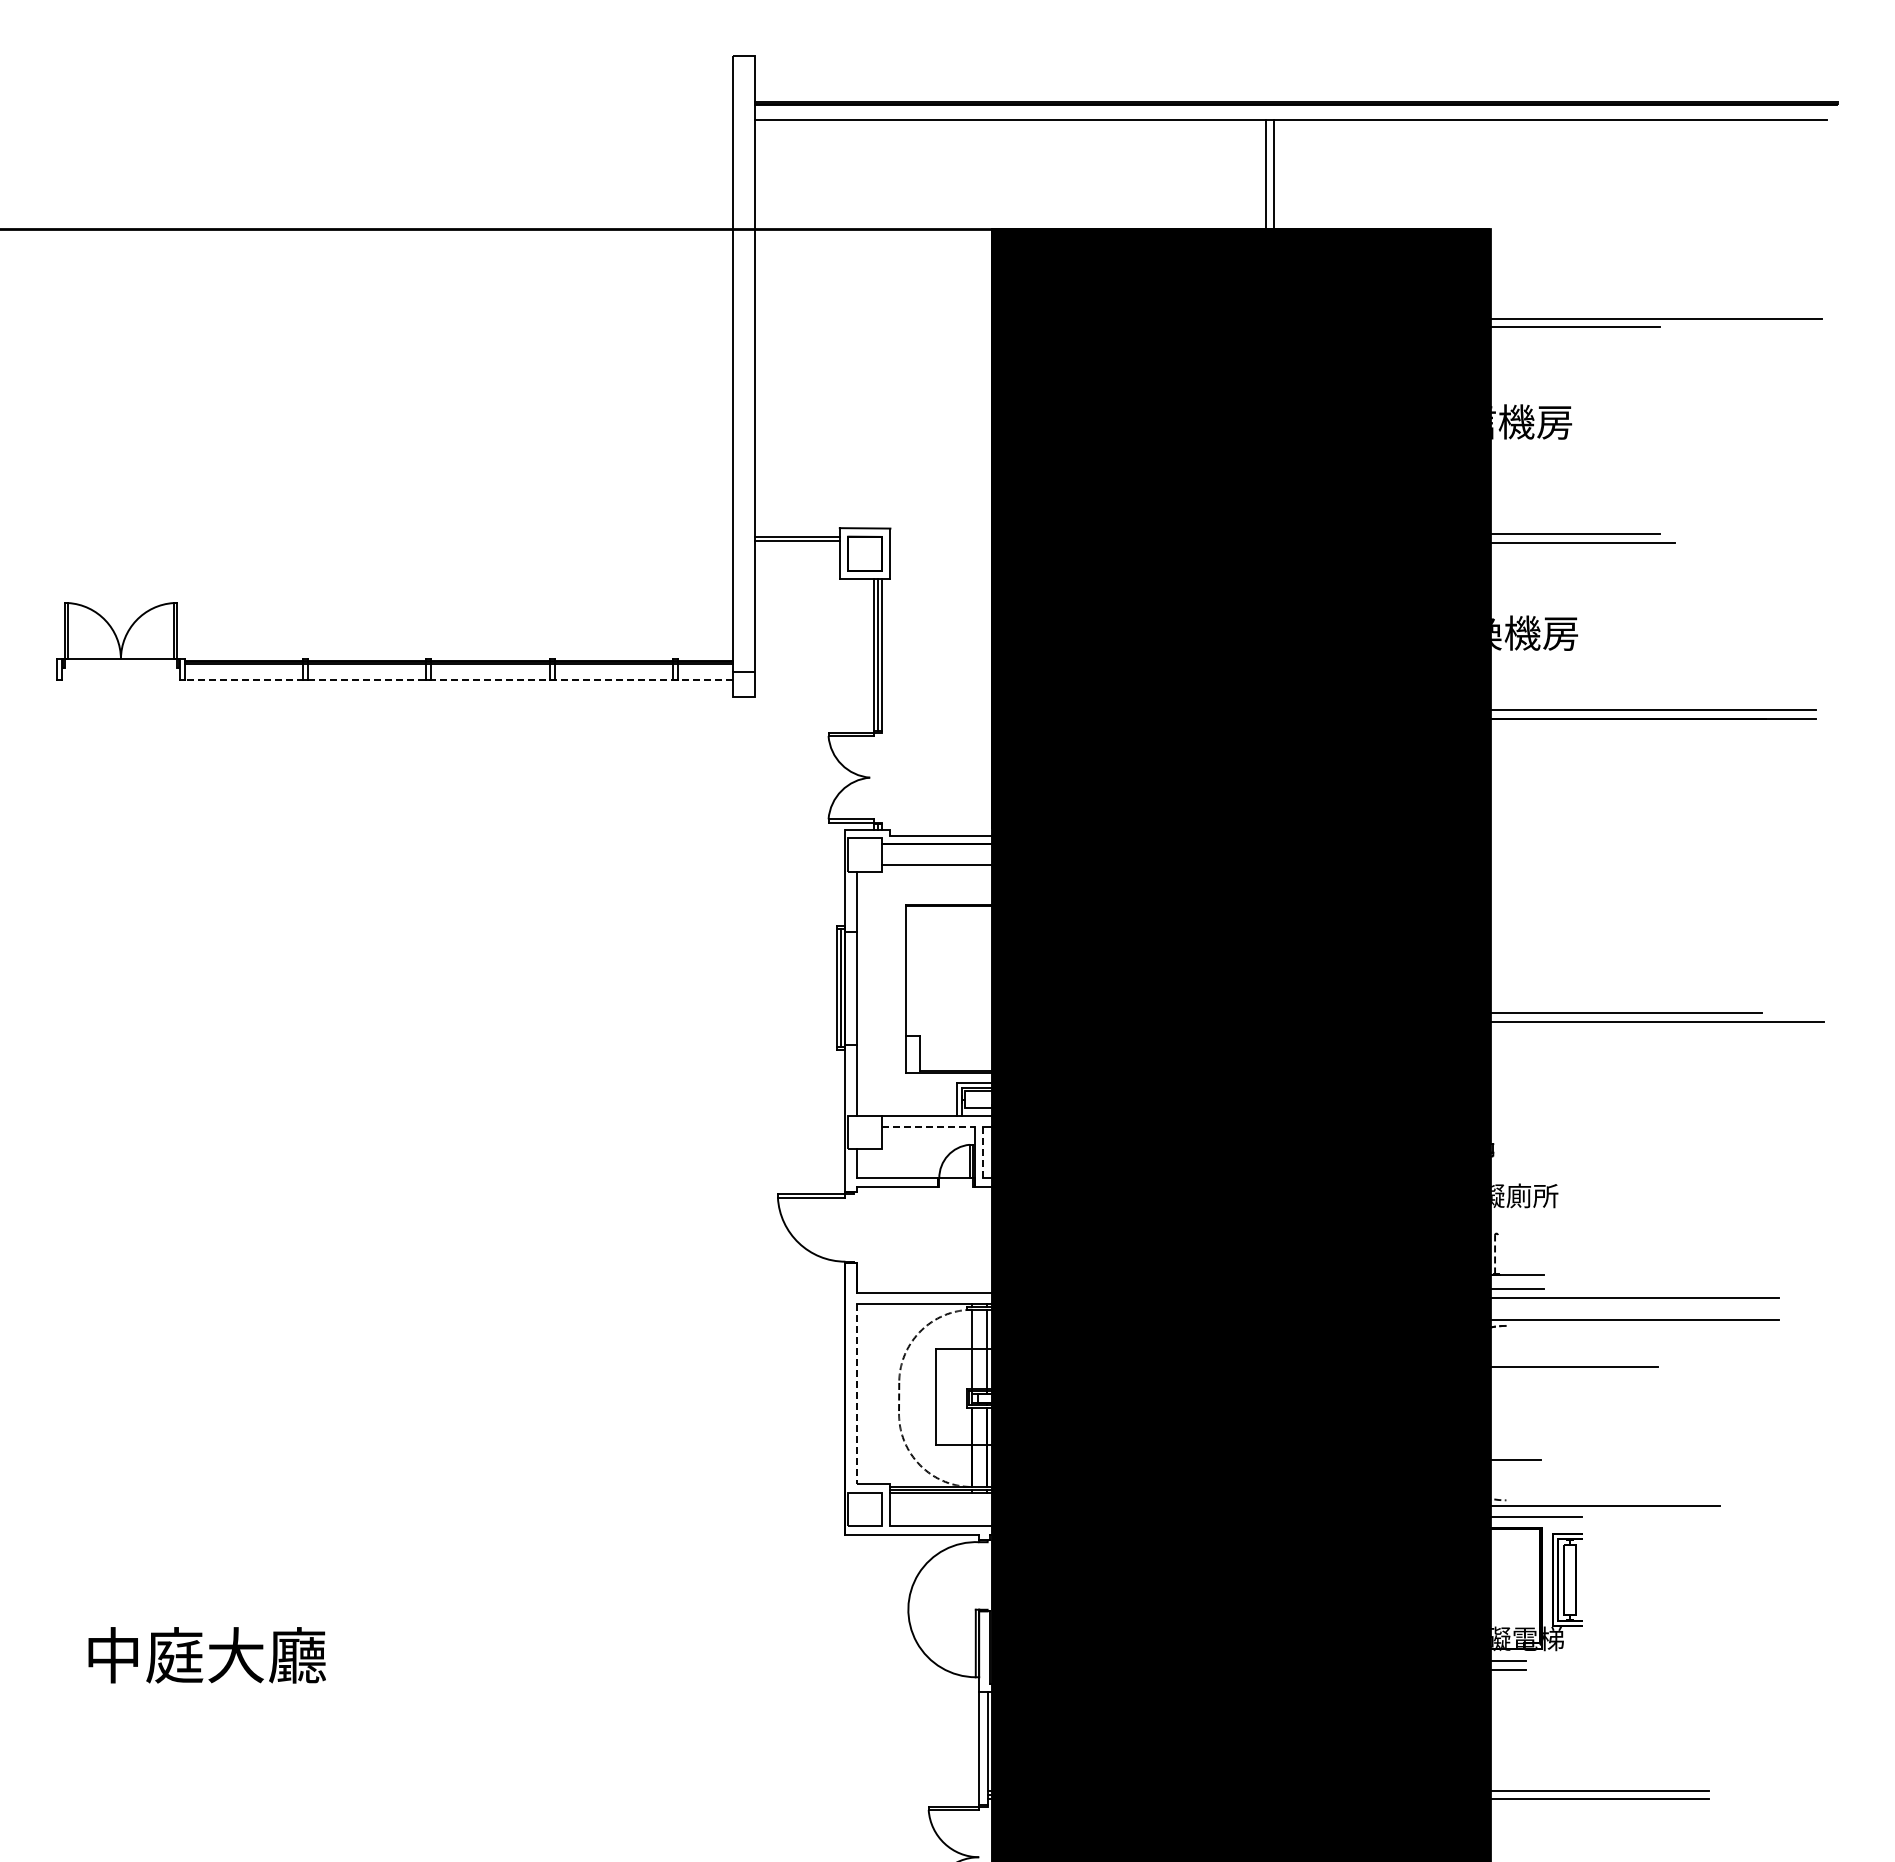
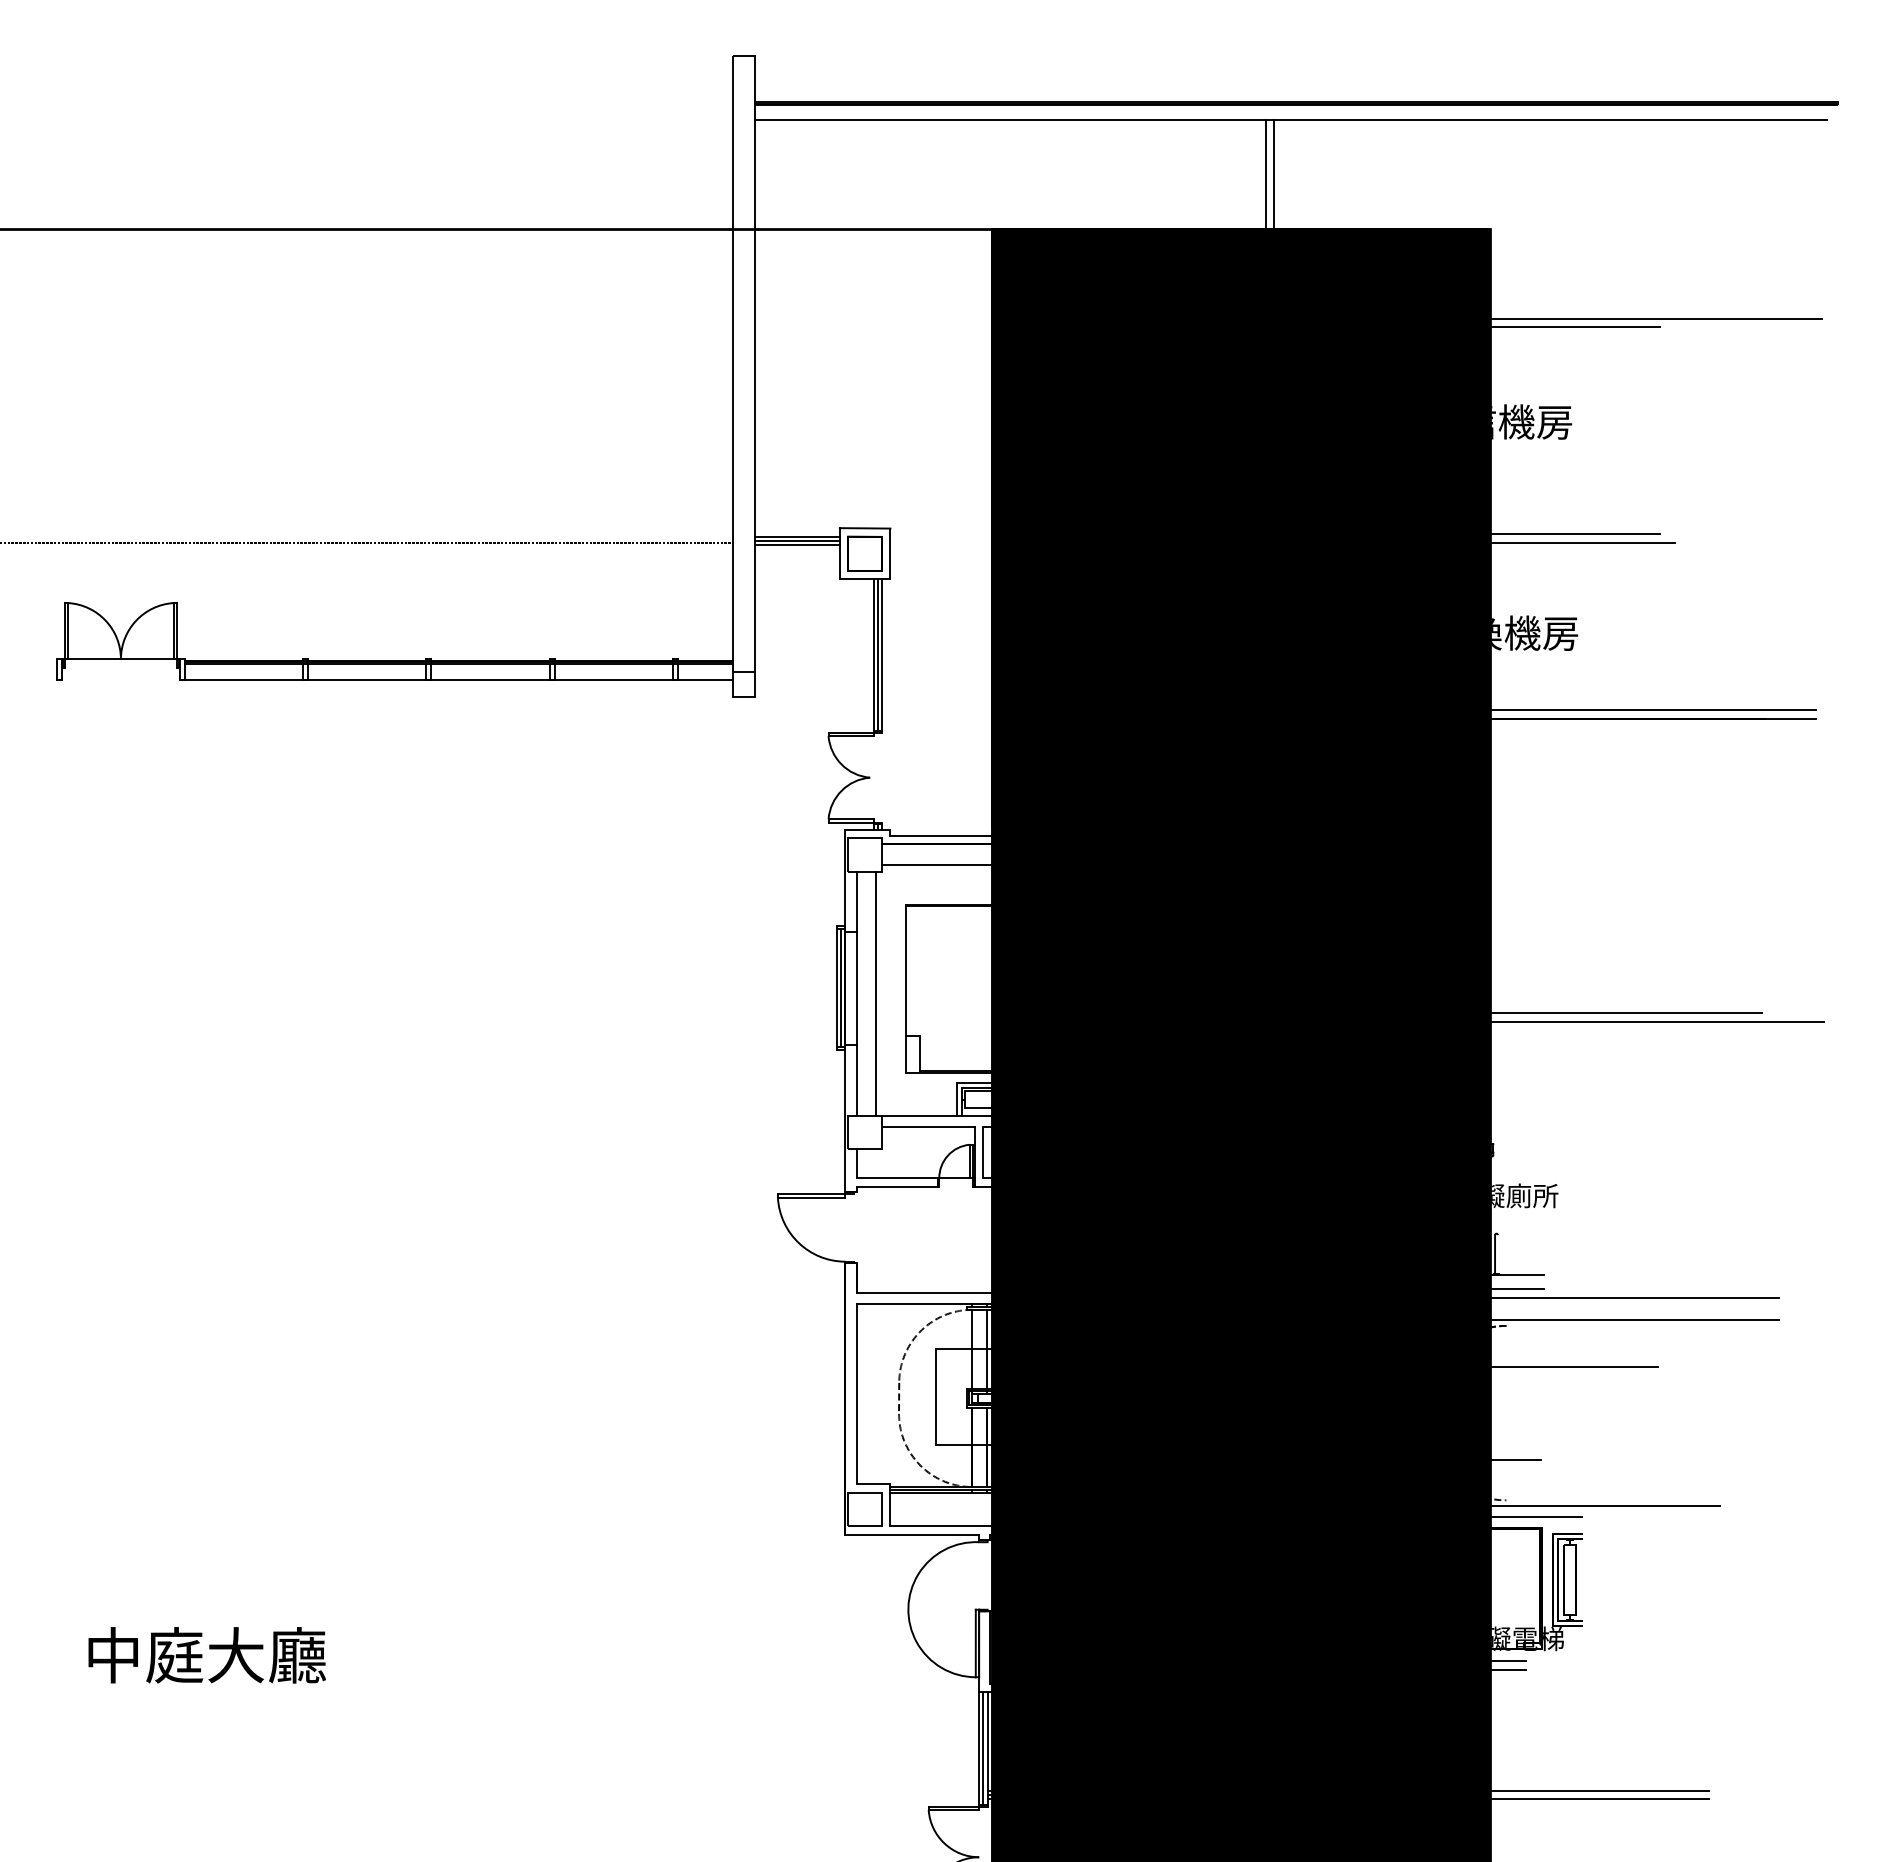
line at (367, 543): none -> present
line at (797, 545): none -> present
line at (458, 679): dashed -> solid
line at (876, 993): none -> present
line at (928, 1126): dashed -> solid
line at (983, 1152): dashed -> solid
line at (1495, 1254): dashed -> solid
line at (856, 1394): dashed -> solid
line at (983, 1748): none -> present
